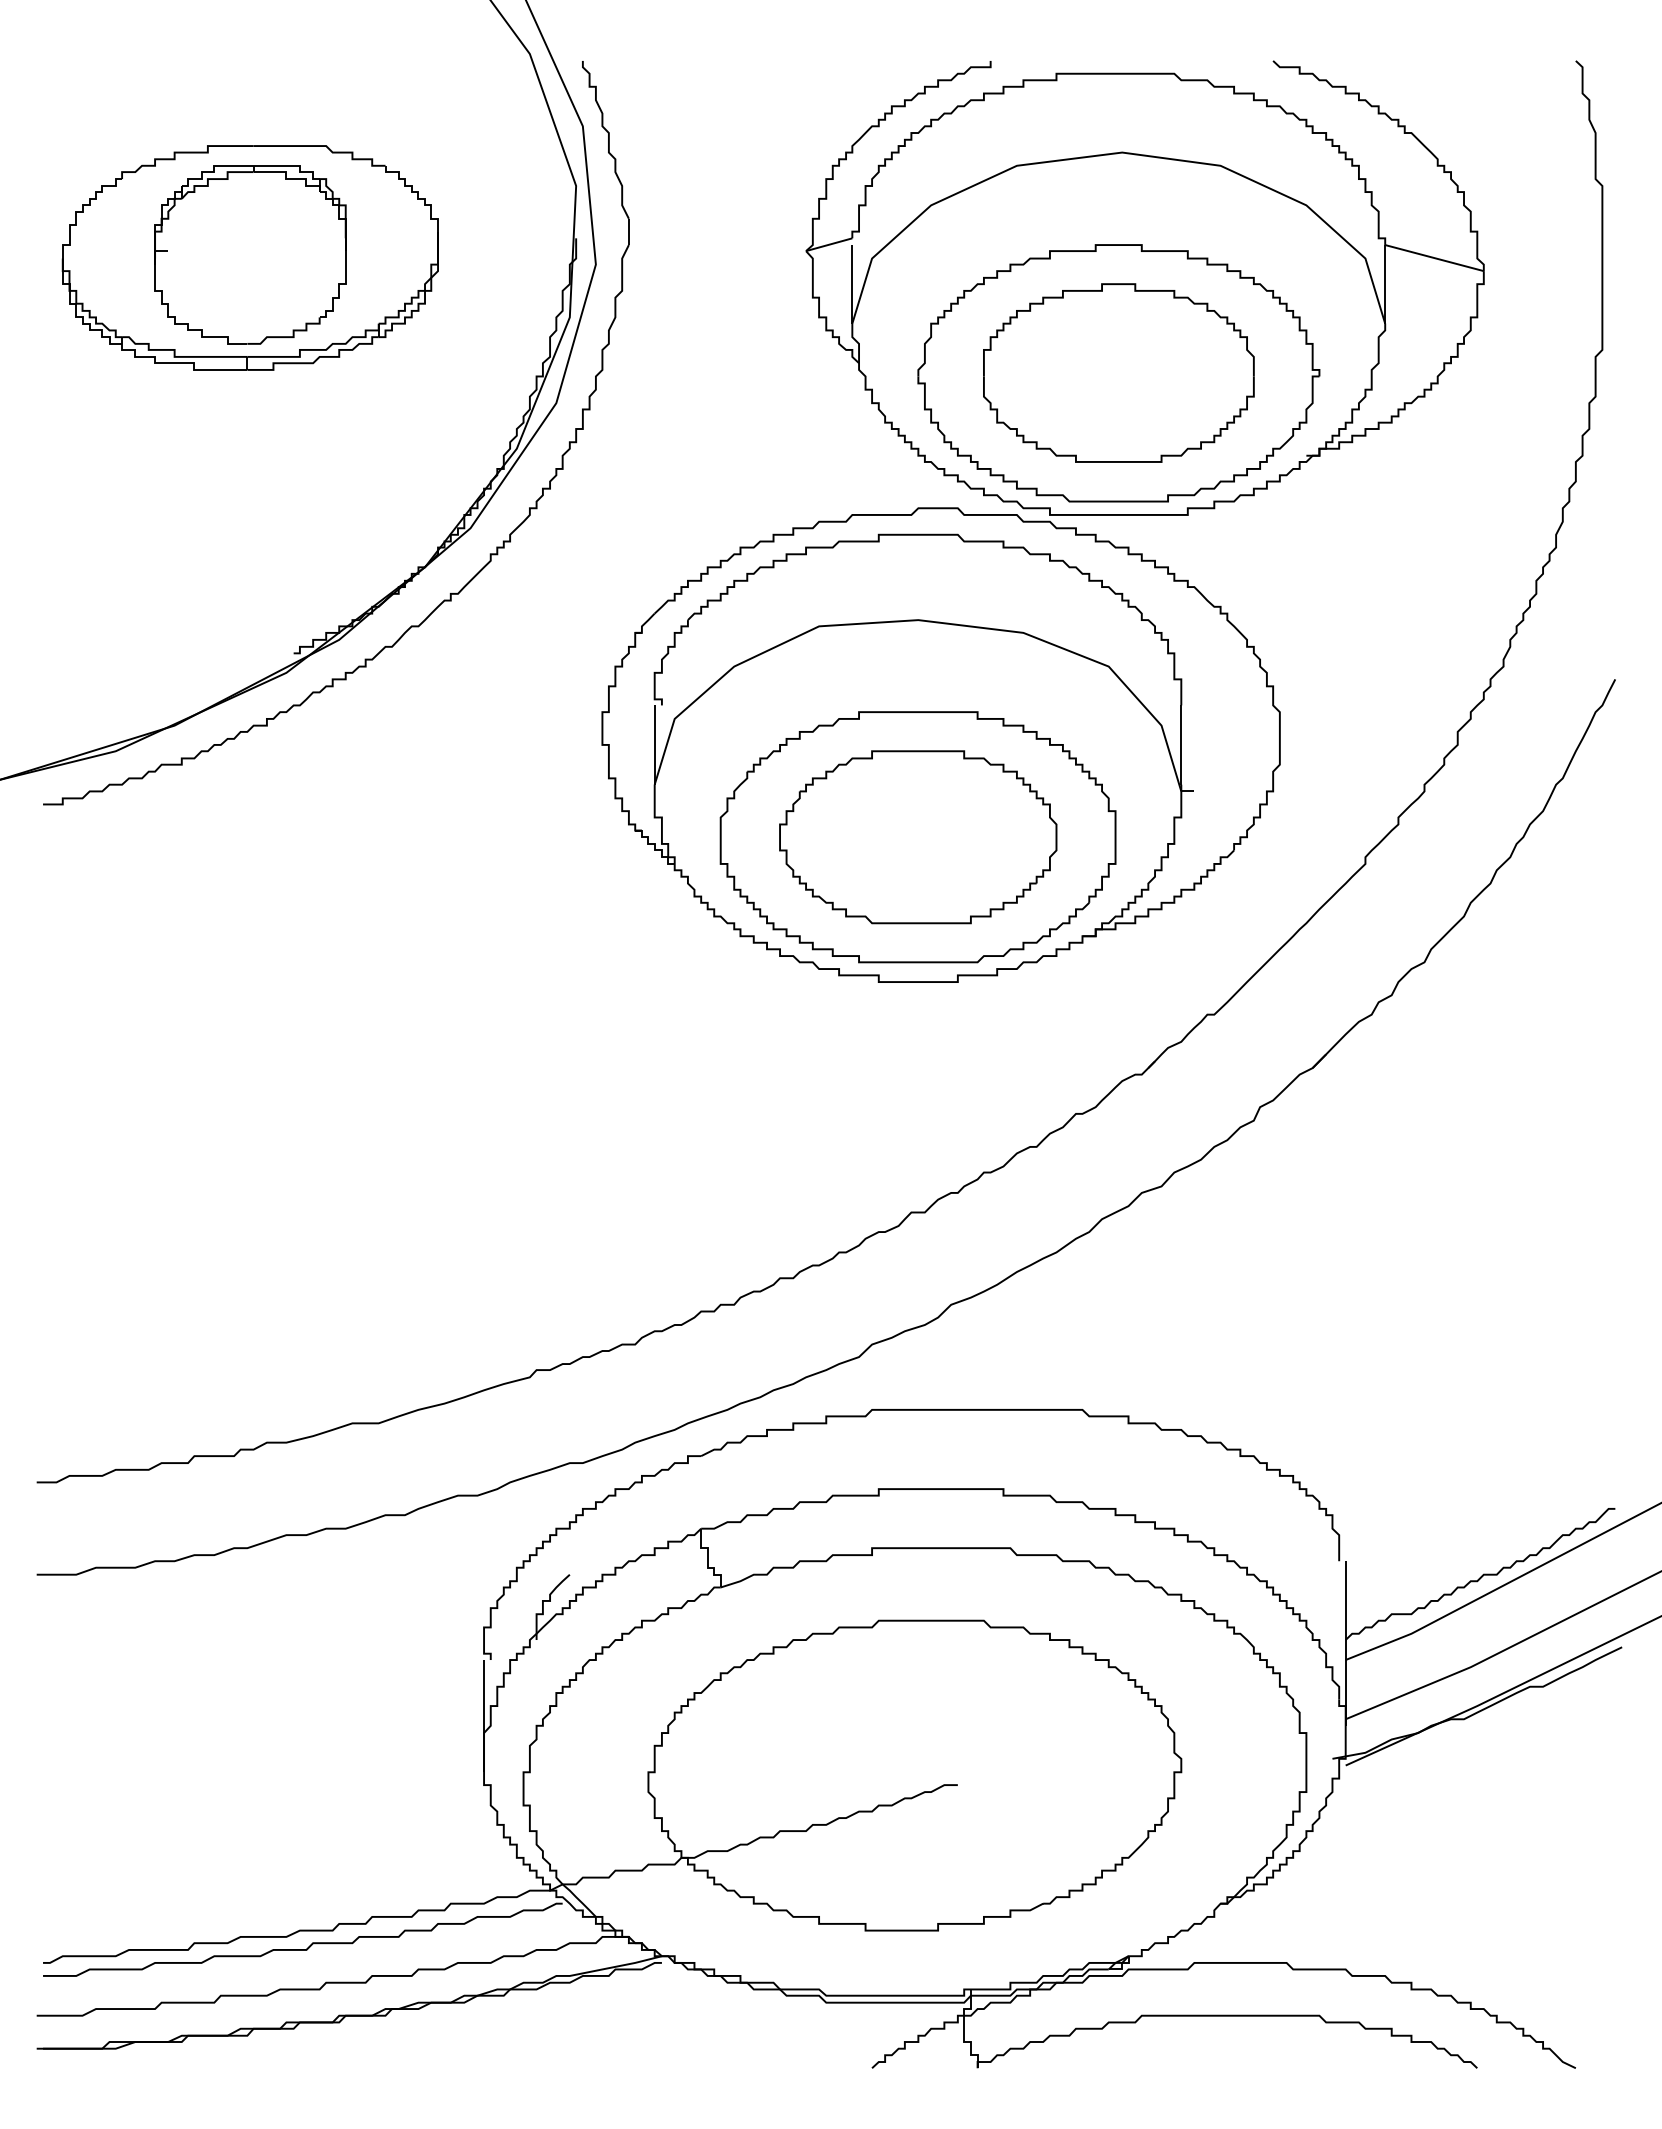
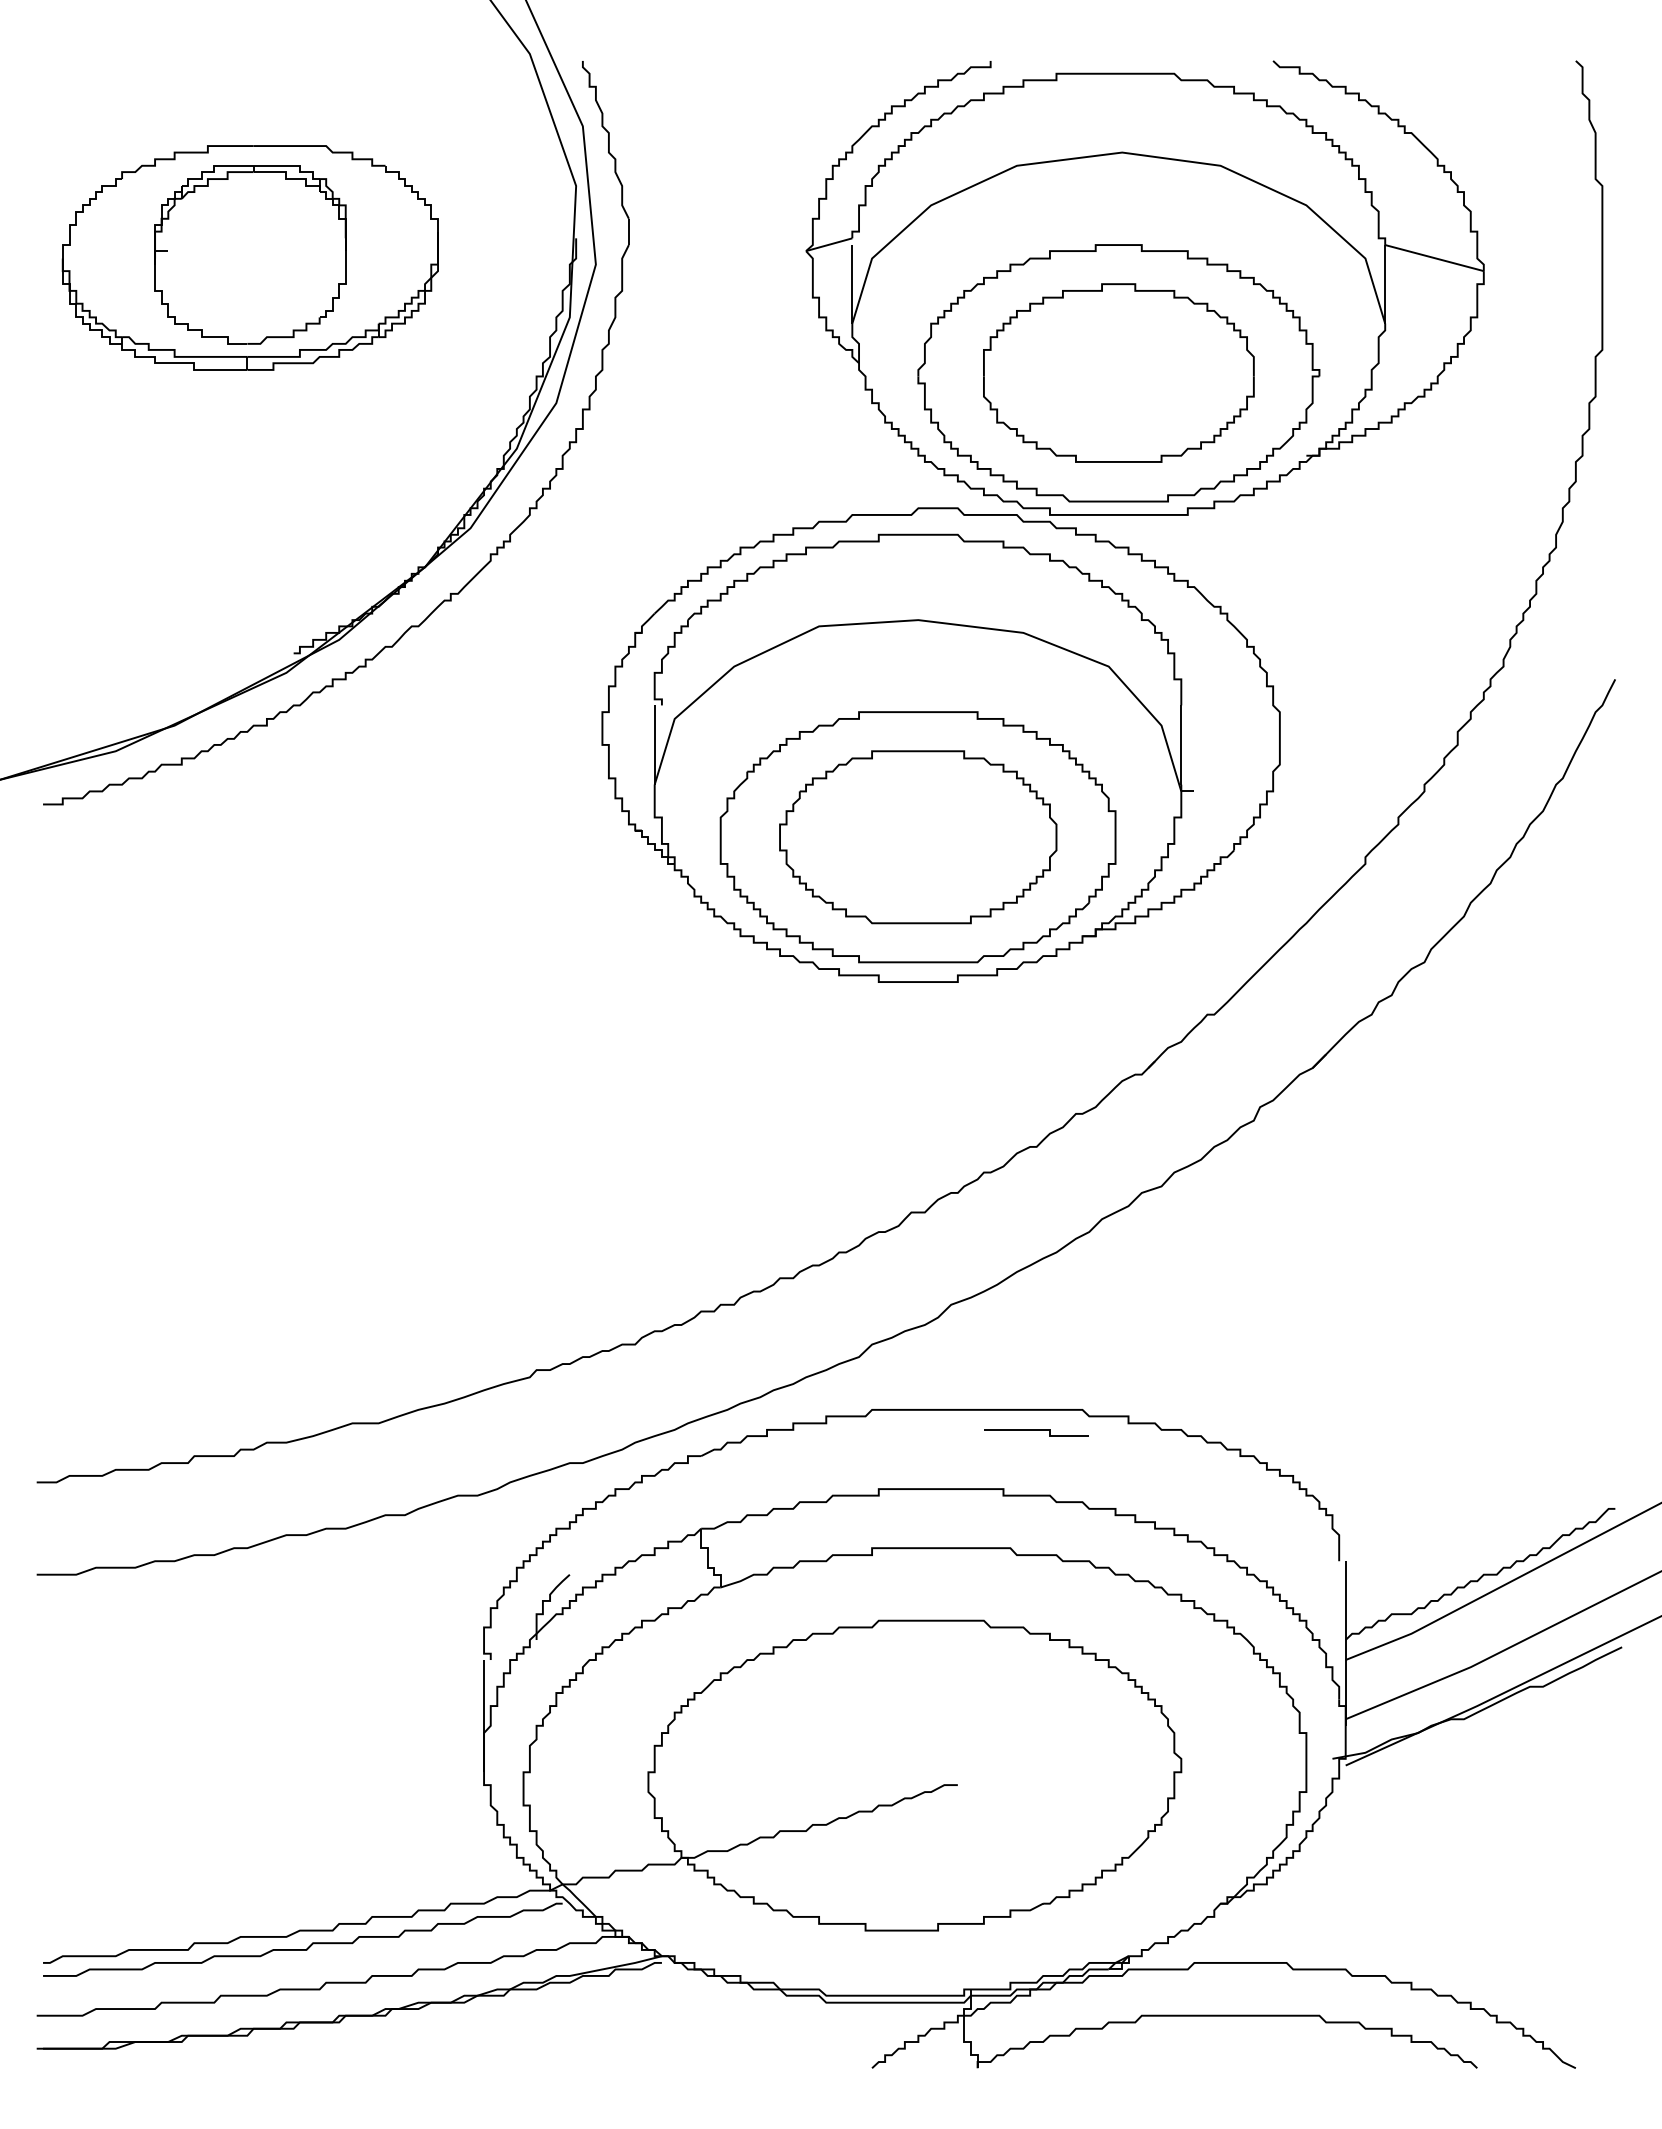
curve at (1036, 1430): none -> present
